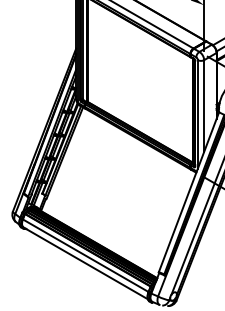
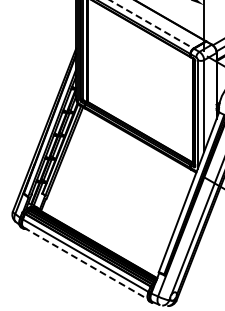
line at (152, 24): solid -> dashed
line at (85, 263): solid -> dashed
